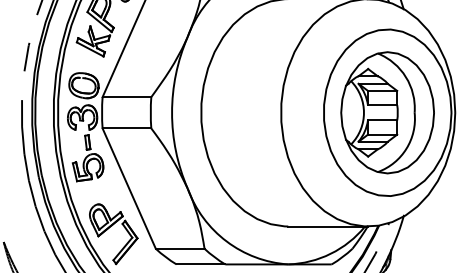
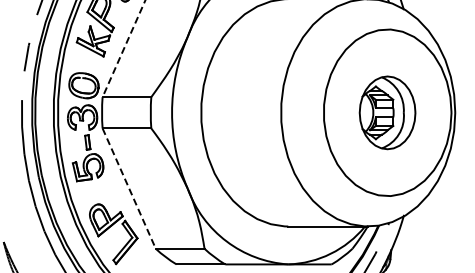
line at (123, 48): solid -> dashed
part at (387, 112) size: 95x124 px -> 59x76 px
line at (129, 188): solid -> dashed
